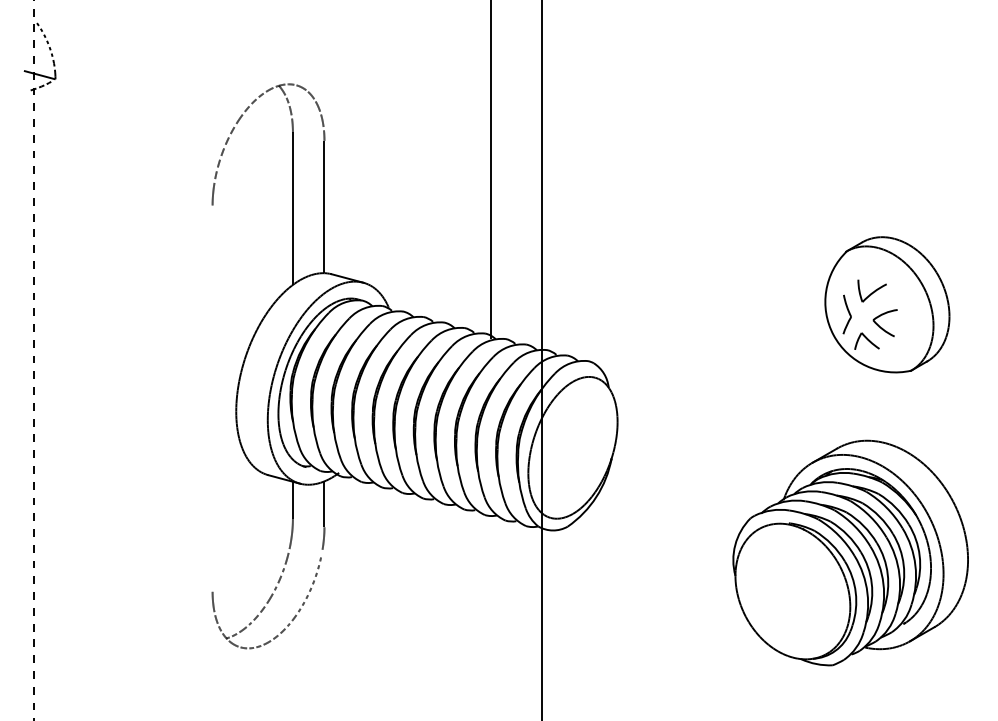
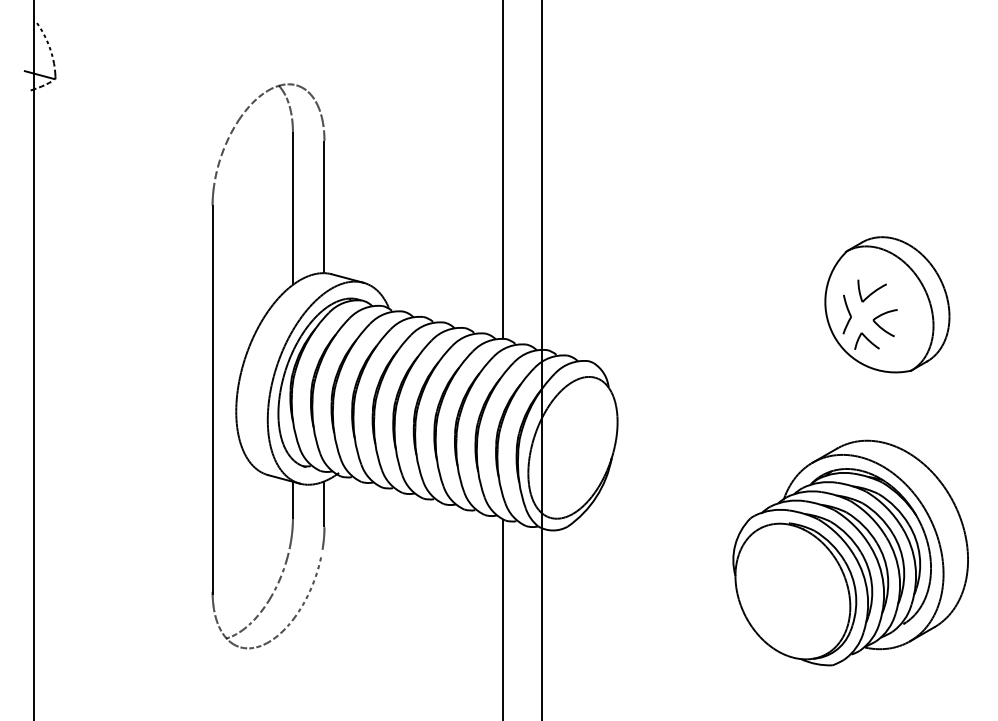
line at (490, 170) position: (490, 170) -> (502, 170)
line at (33, 360): dashed -> solid
line at (212, 400): none -> present
line at (502, 618): none -> present
